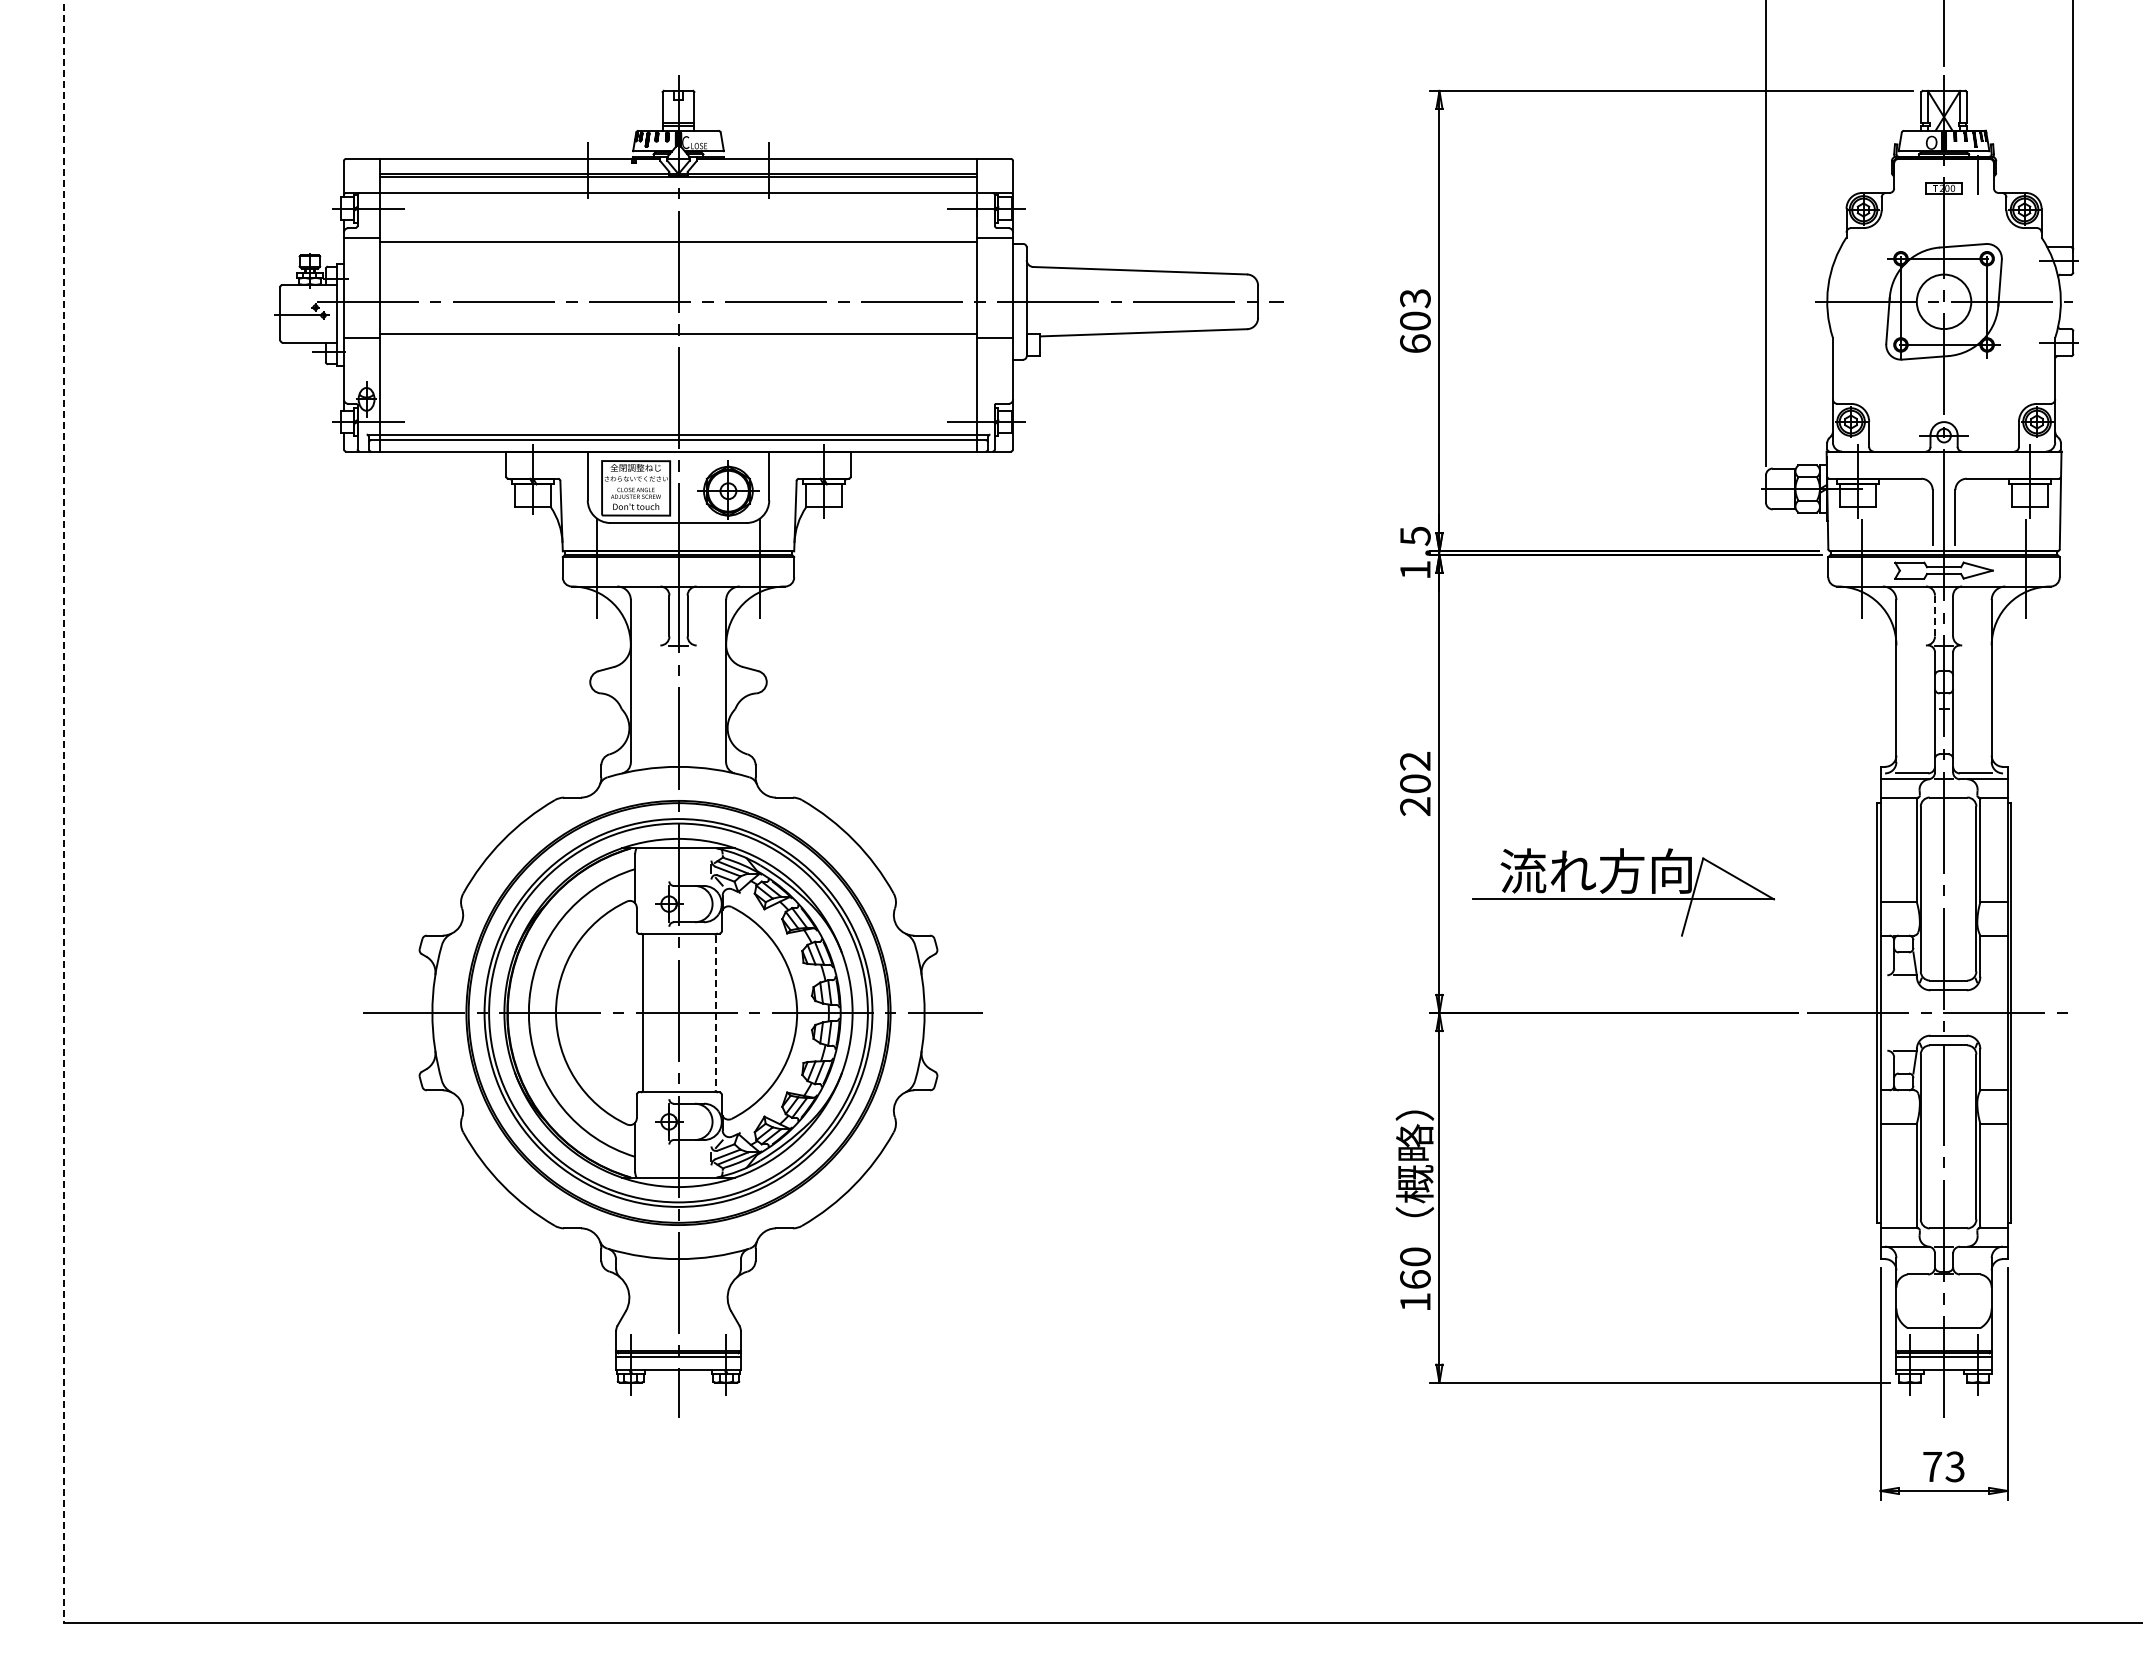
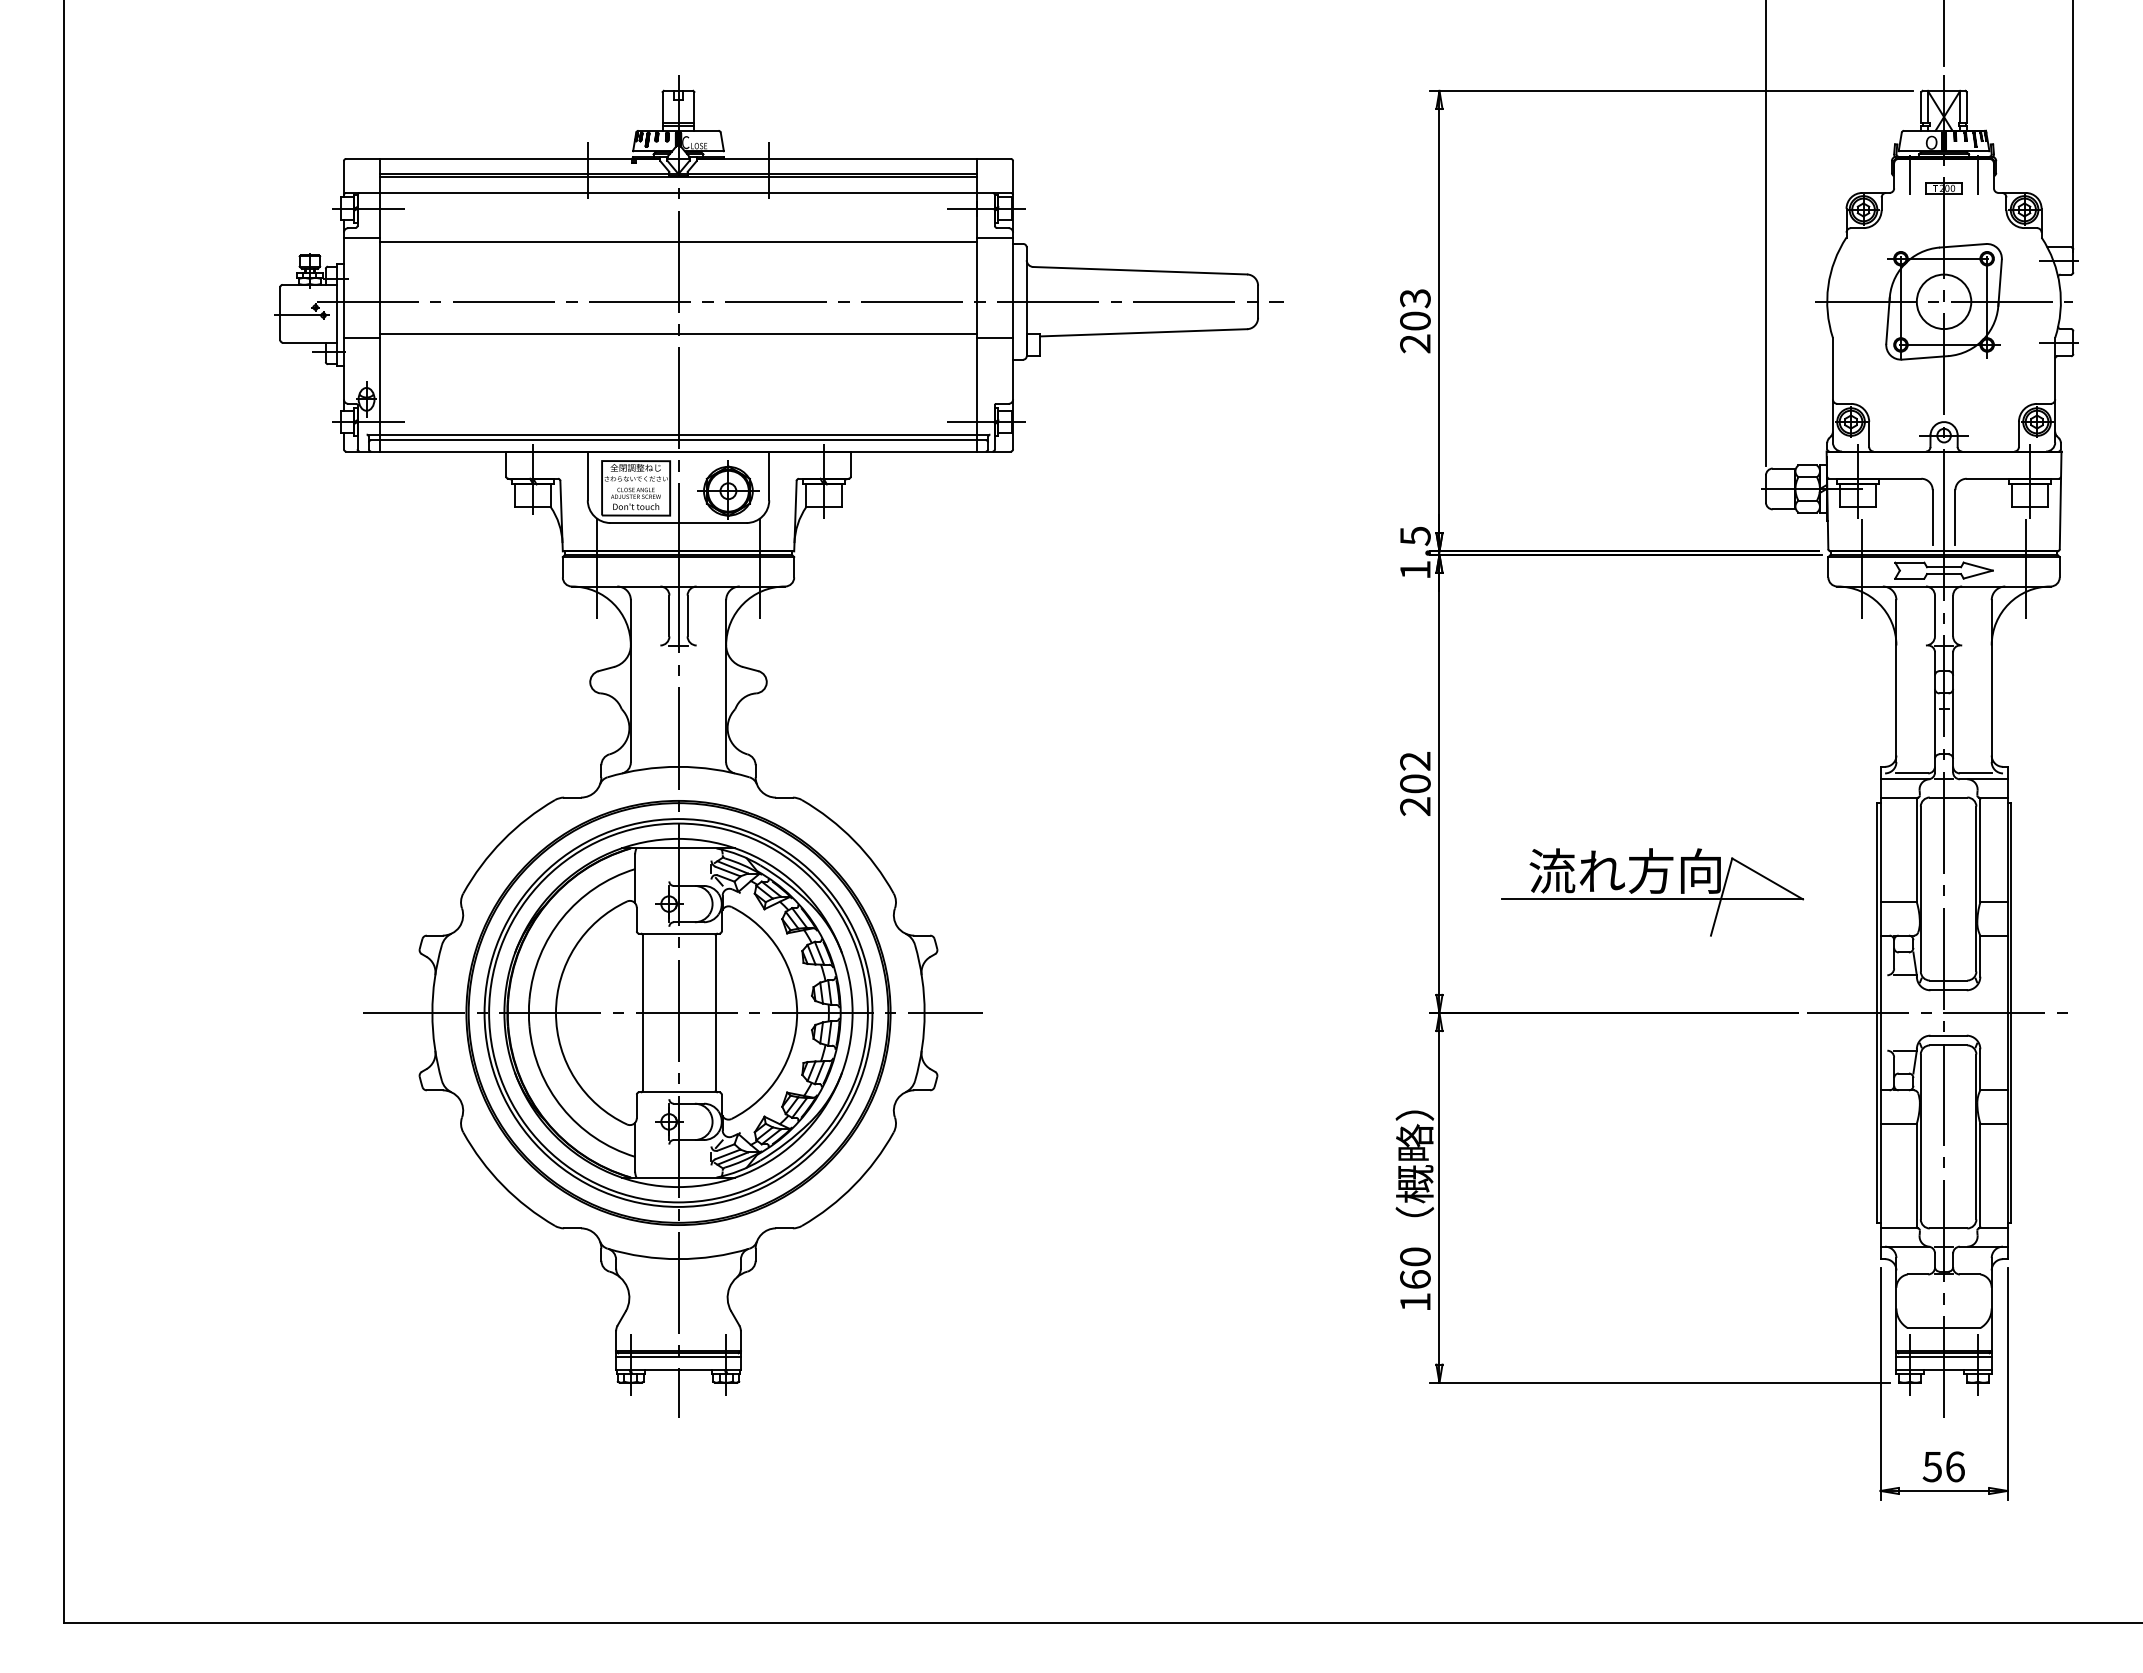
line at (1910, 174): none -> present
text at (1415, 343): 603 -> 203
line at (1934, 616): dashed -> solid
line at (64, 812): dashed -> solid
part at (1623, 892) position: (1623, 892) -> (1652, 892)
line at (715, 1013): dashed -> solid
text at (1943, 1466): 73 -> 56
